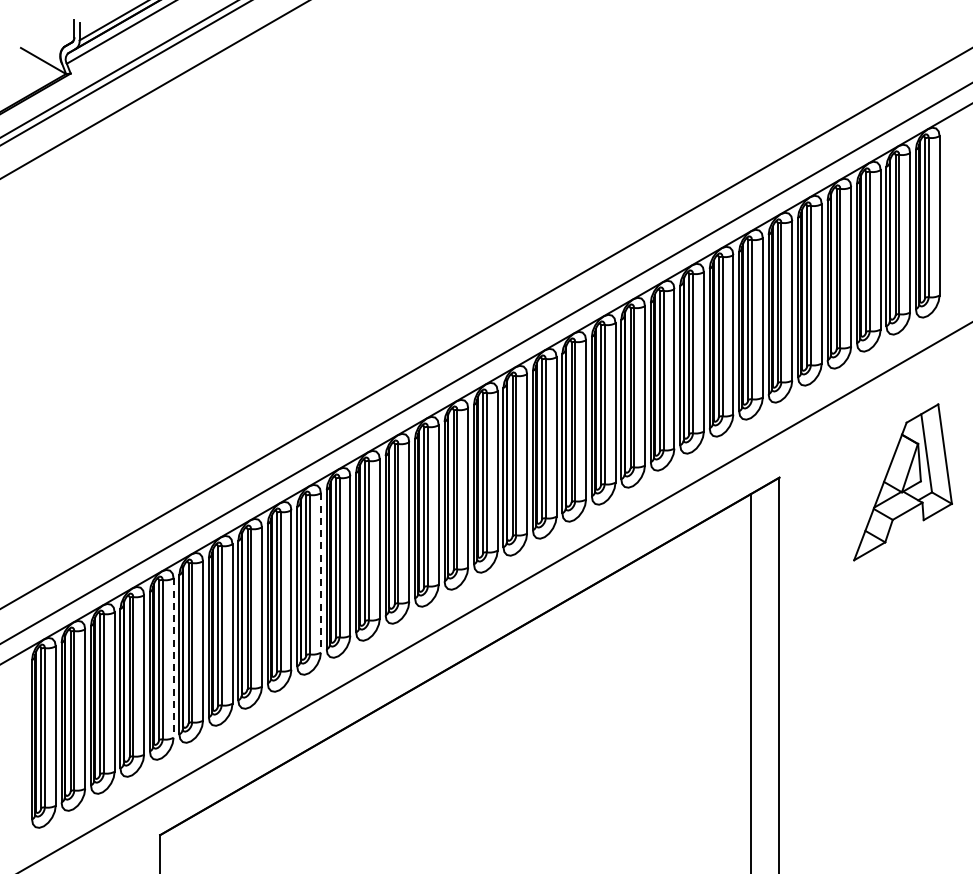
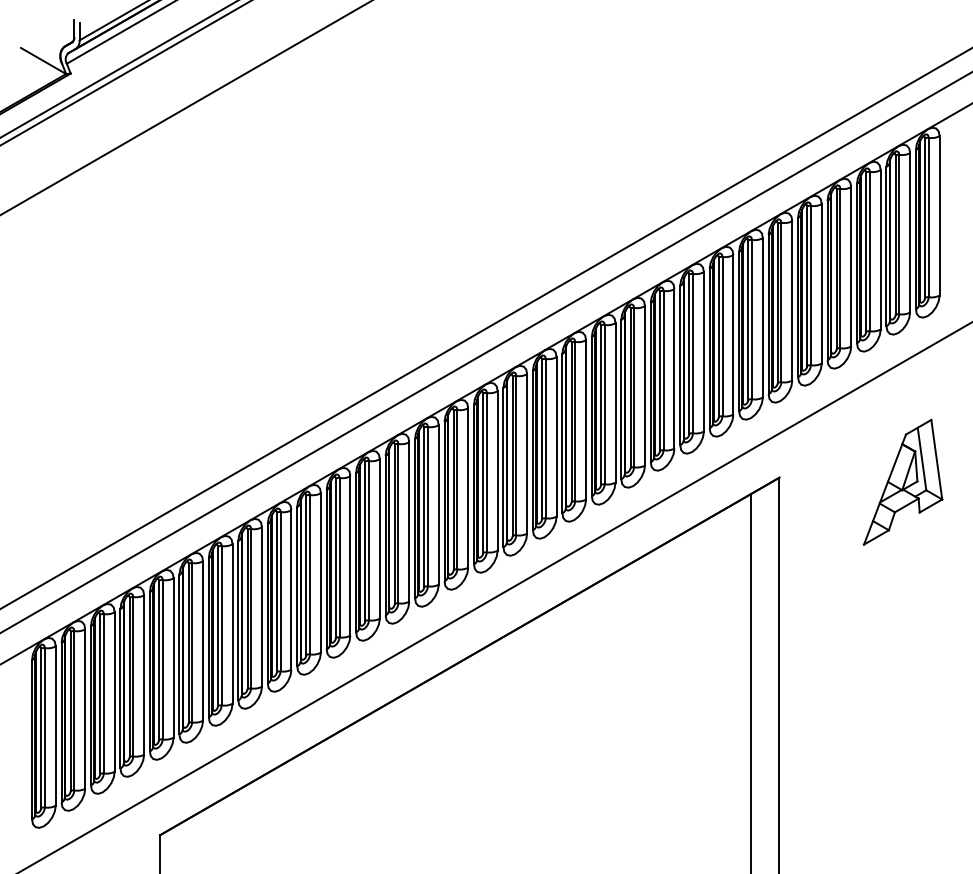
line at (154, 89) position: (154, 89) -> (185, 108)
line at (485, 363) position: (485, 363) -> (485, 352)
part at (902, 482) size: 100x159 px -> 81x128 px
line at (320, 573): dashed -> solid
line at (173, 658): dashed -> solid
